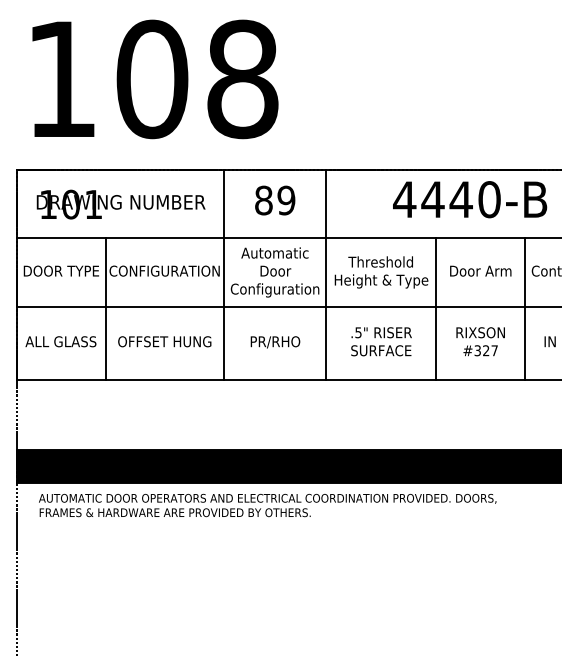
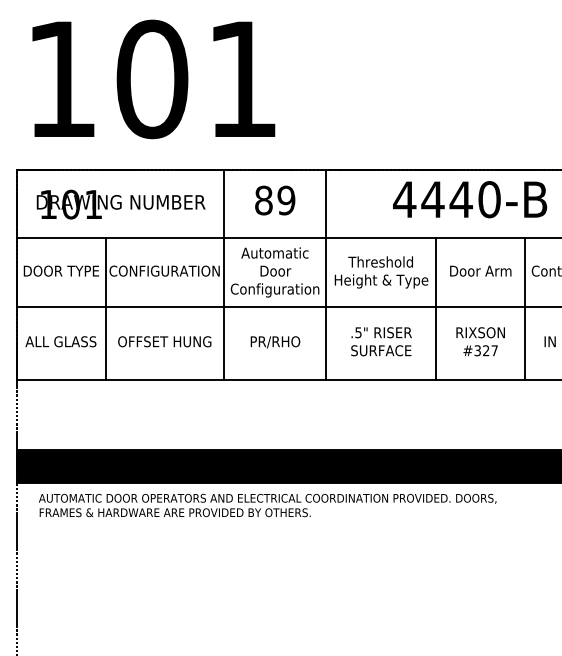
text at (242, 79): 108 -> 101
